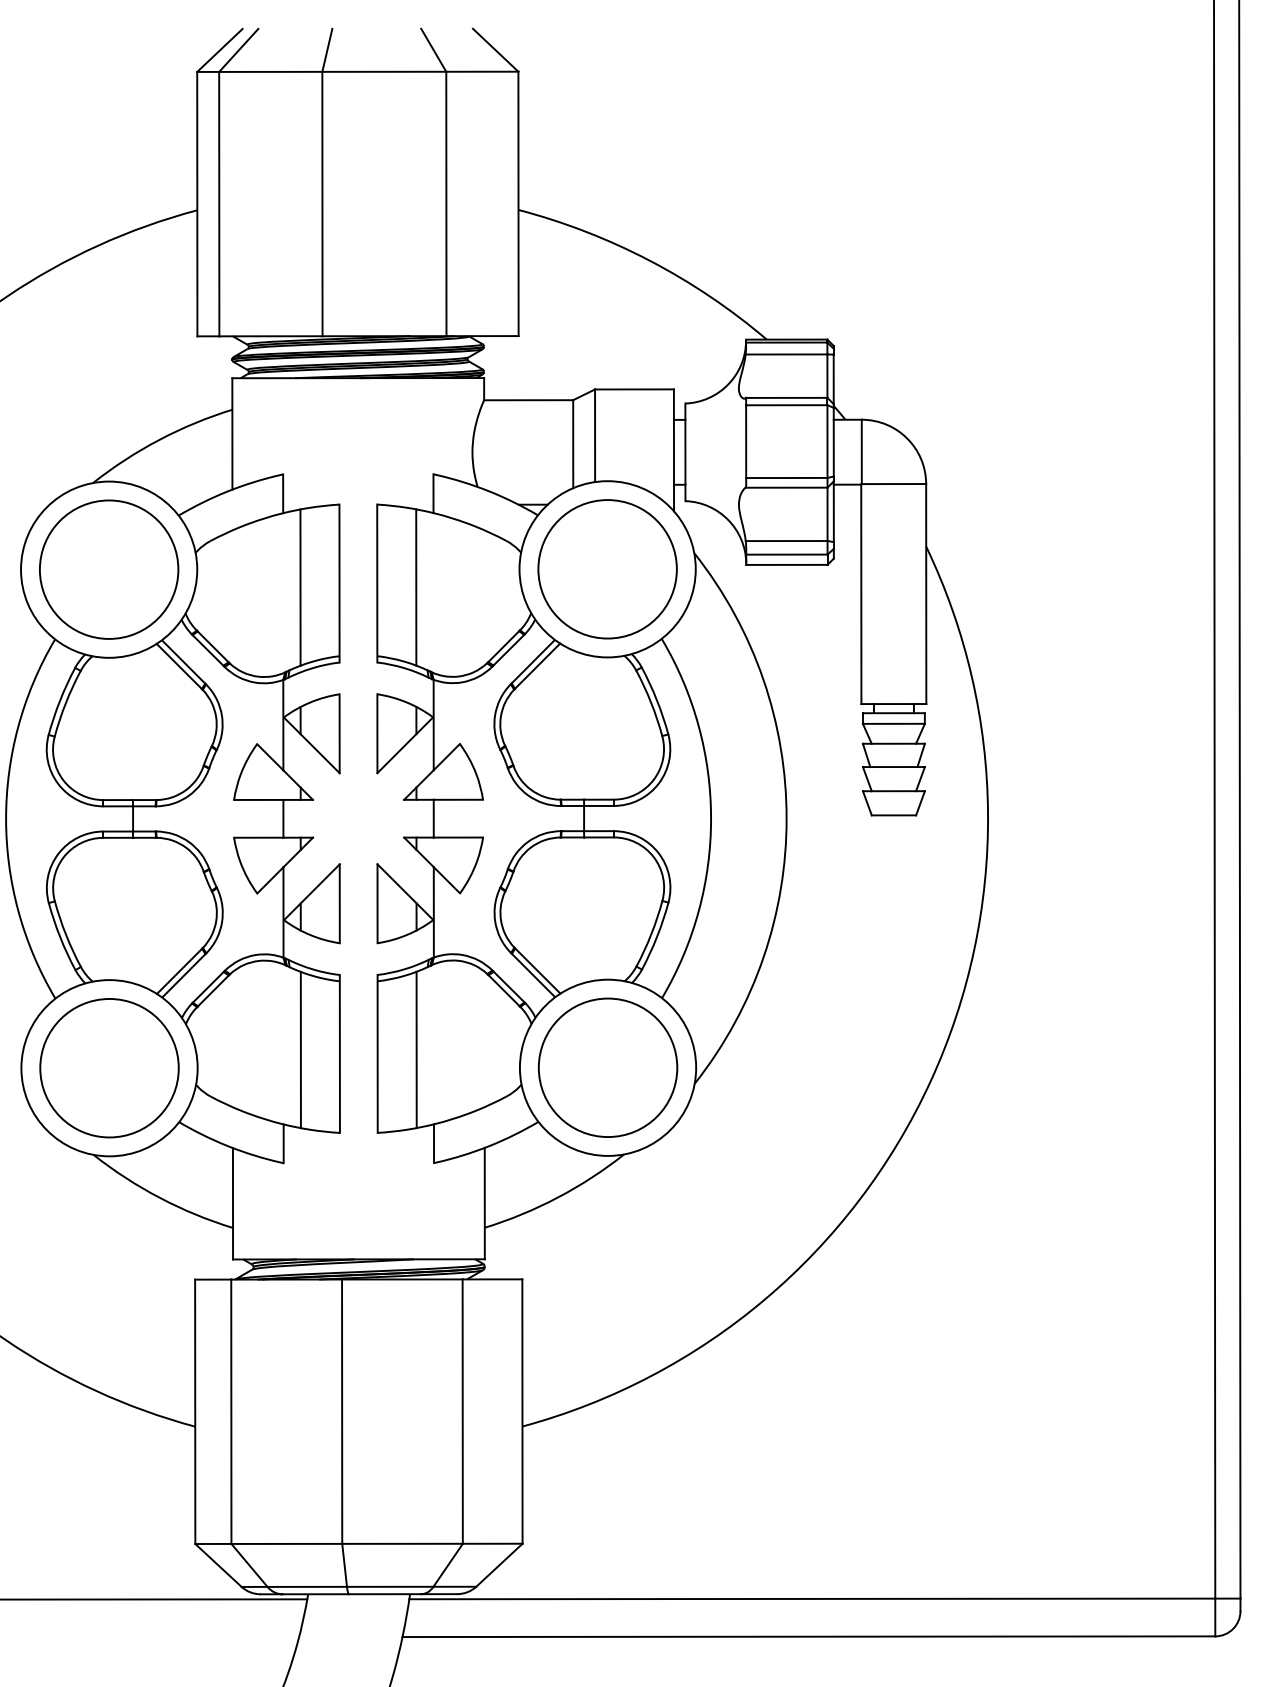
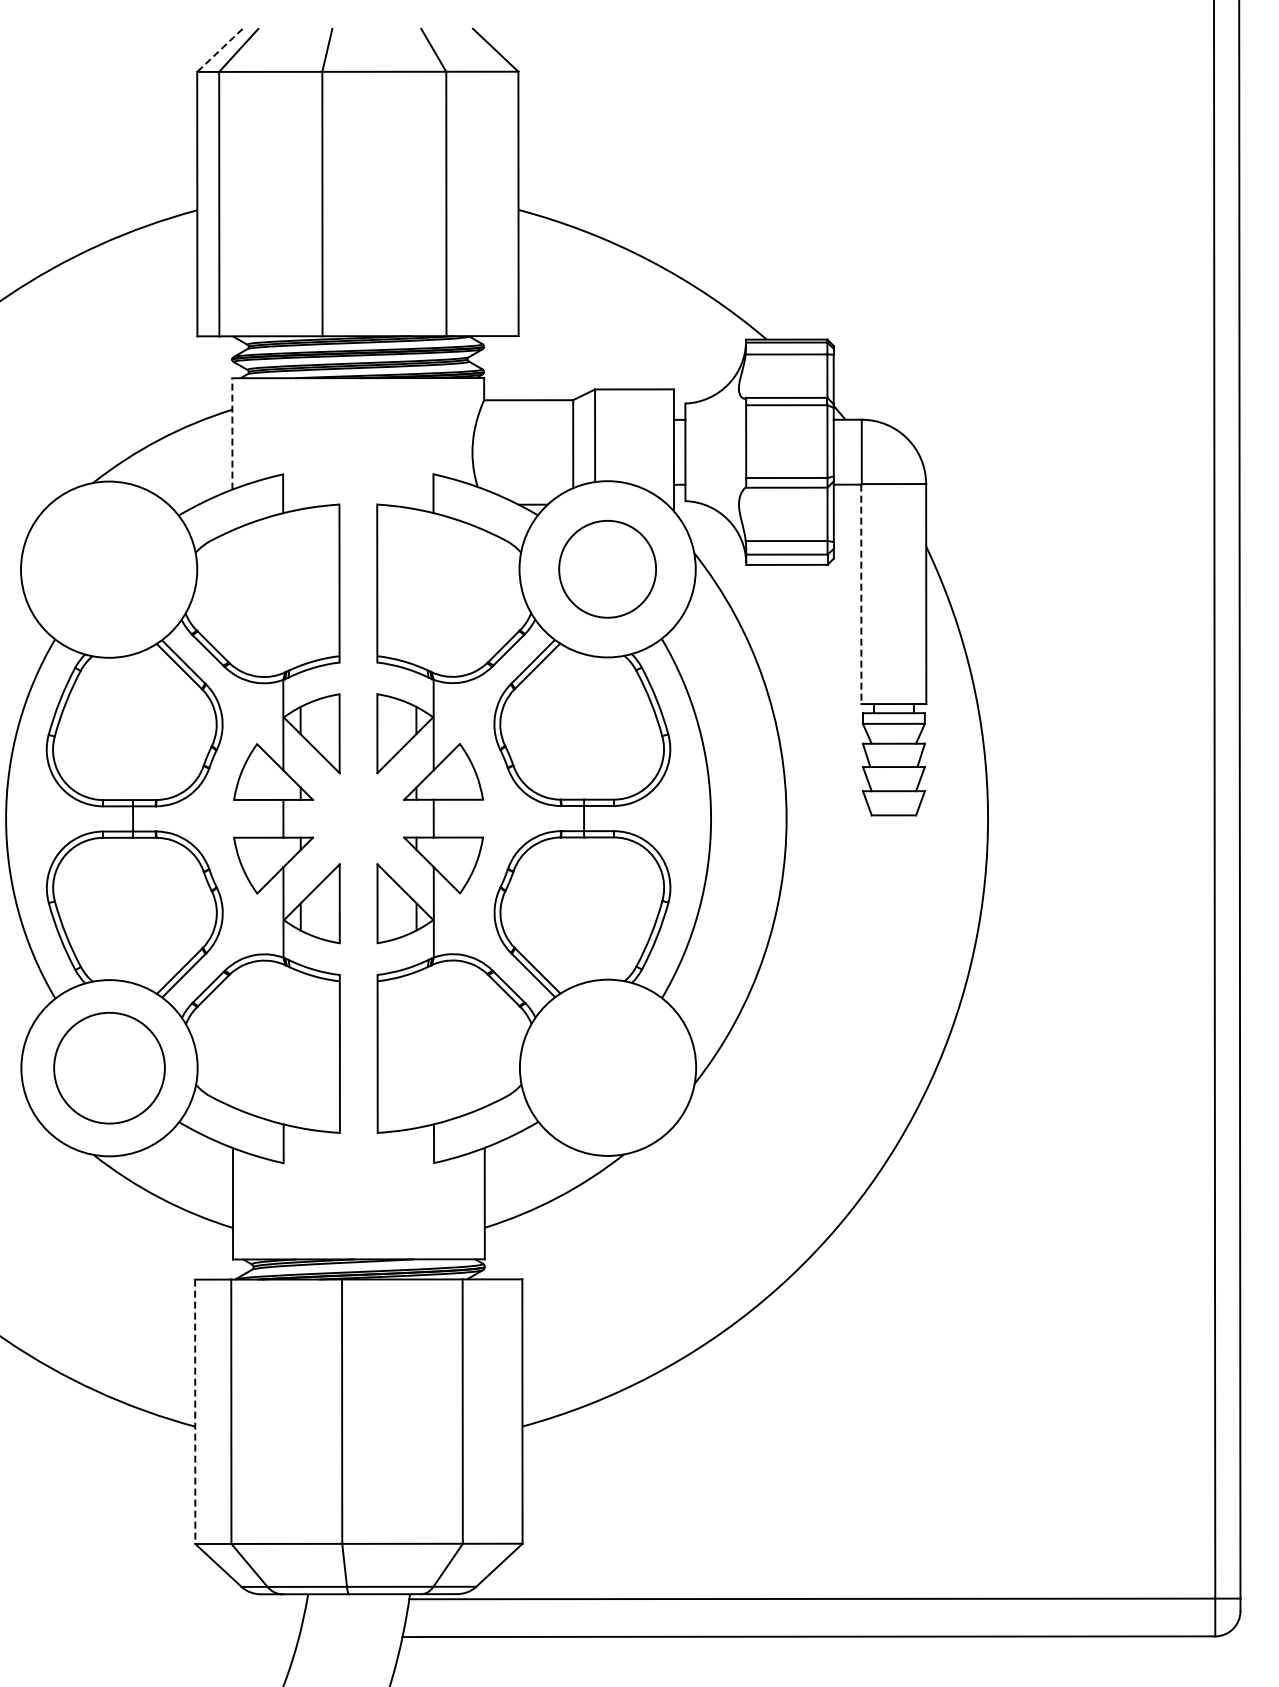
line at (219, 50): solid -> dashed
line at (232, 433): solid -> dashed
circle at (109, 569): present -> none
circle at (607, 569) diameter: 138 px -> 97 px
line at (300, 587): present -> none
line at (416, 587): present -> none
line at (861, 594): solid -> dashed
line at (300, 1049): present -> none
line at (416, 1049): present -> none
circle at (109, 1067) diameter: 138 px -> 111 px
circle at (607, 1067): present -> none
line at (195, 1412): solid -> dashed
line at (154, 1599): present -> none
